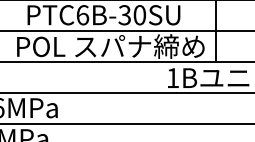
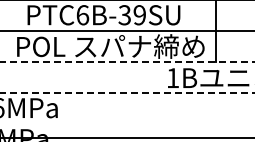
text at (139, 15): PTC6B-30SU -> PTC6B-39SU
line at (127, 61): solid -> dashed
line at (127, 92): solid -> dashed
line at (126, 123) position: (126, 123) -> (126, 137)
